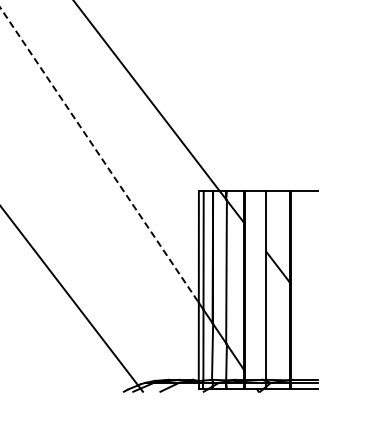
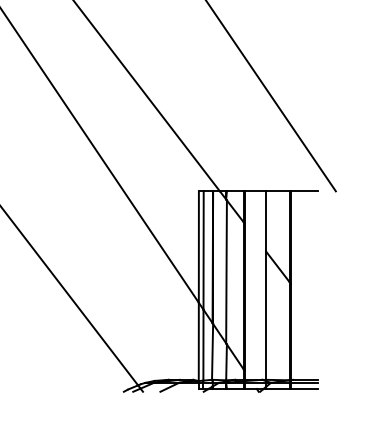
line at (271, 96): none -> present
line at (99, 155): dashed -> solid
